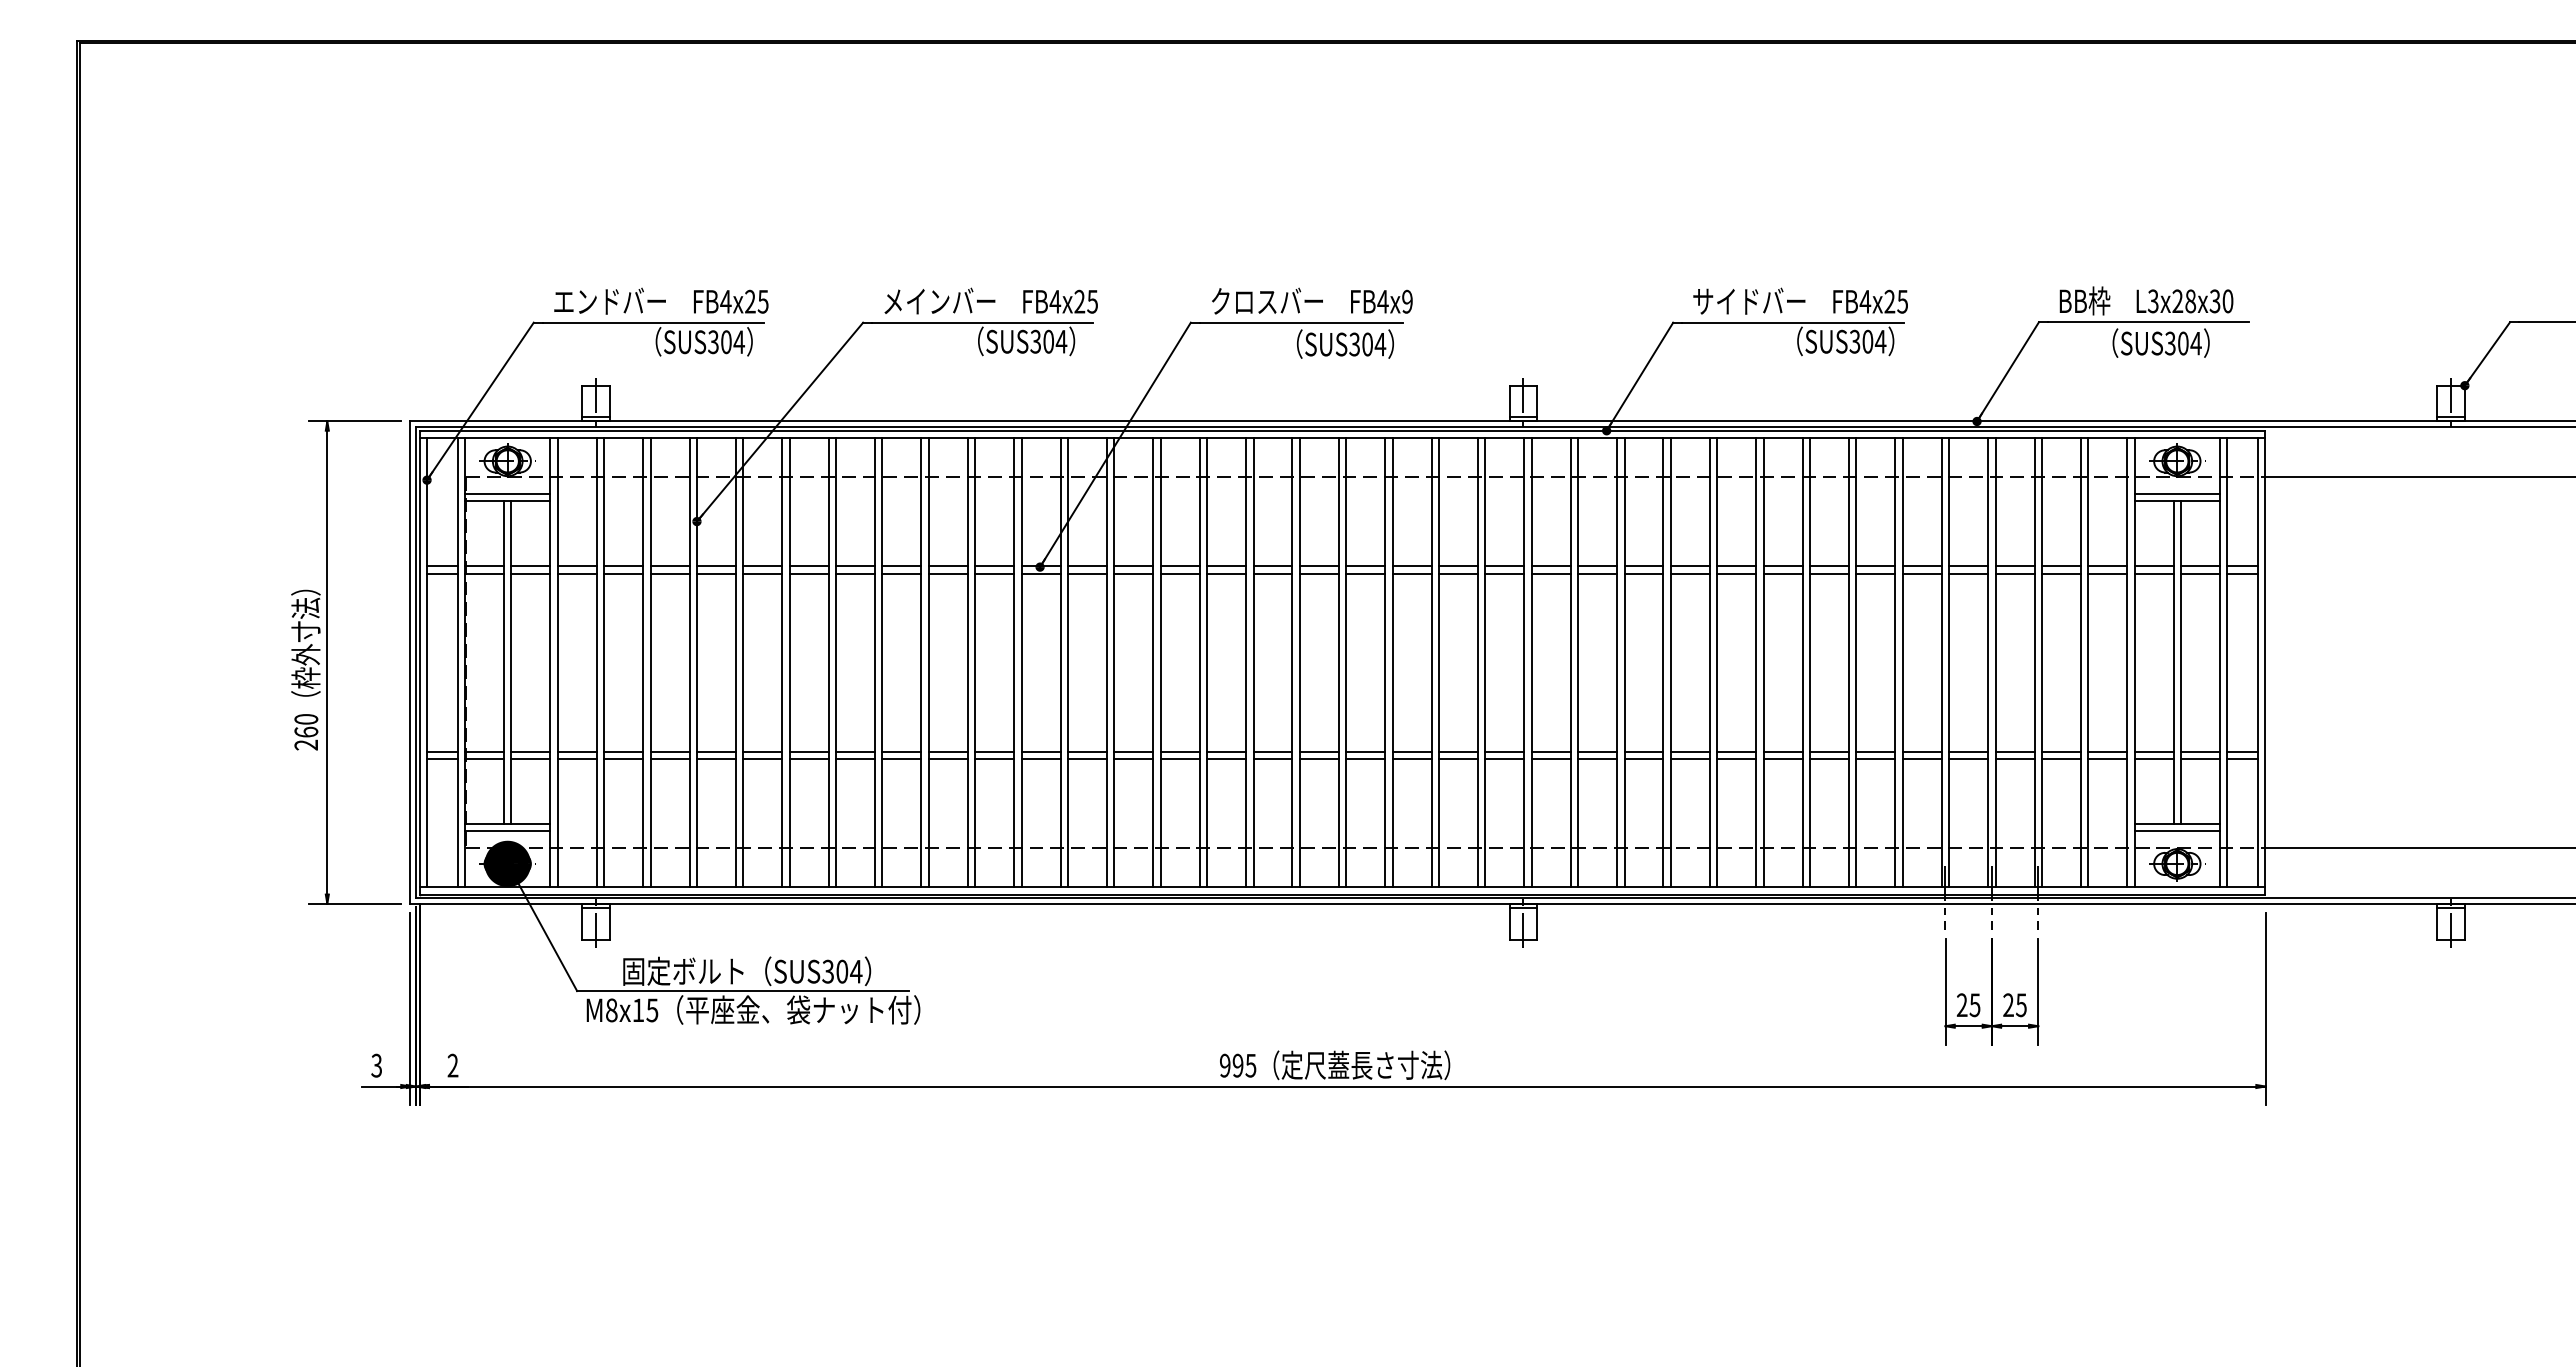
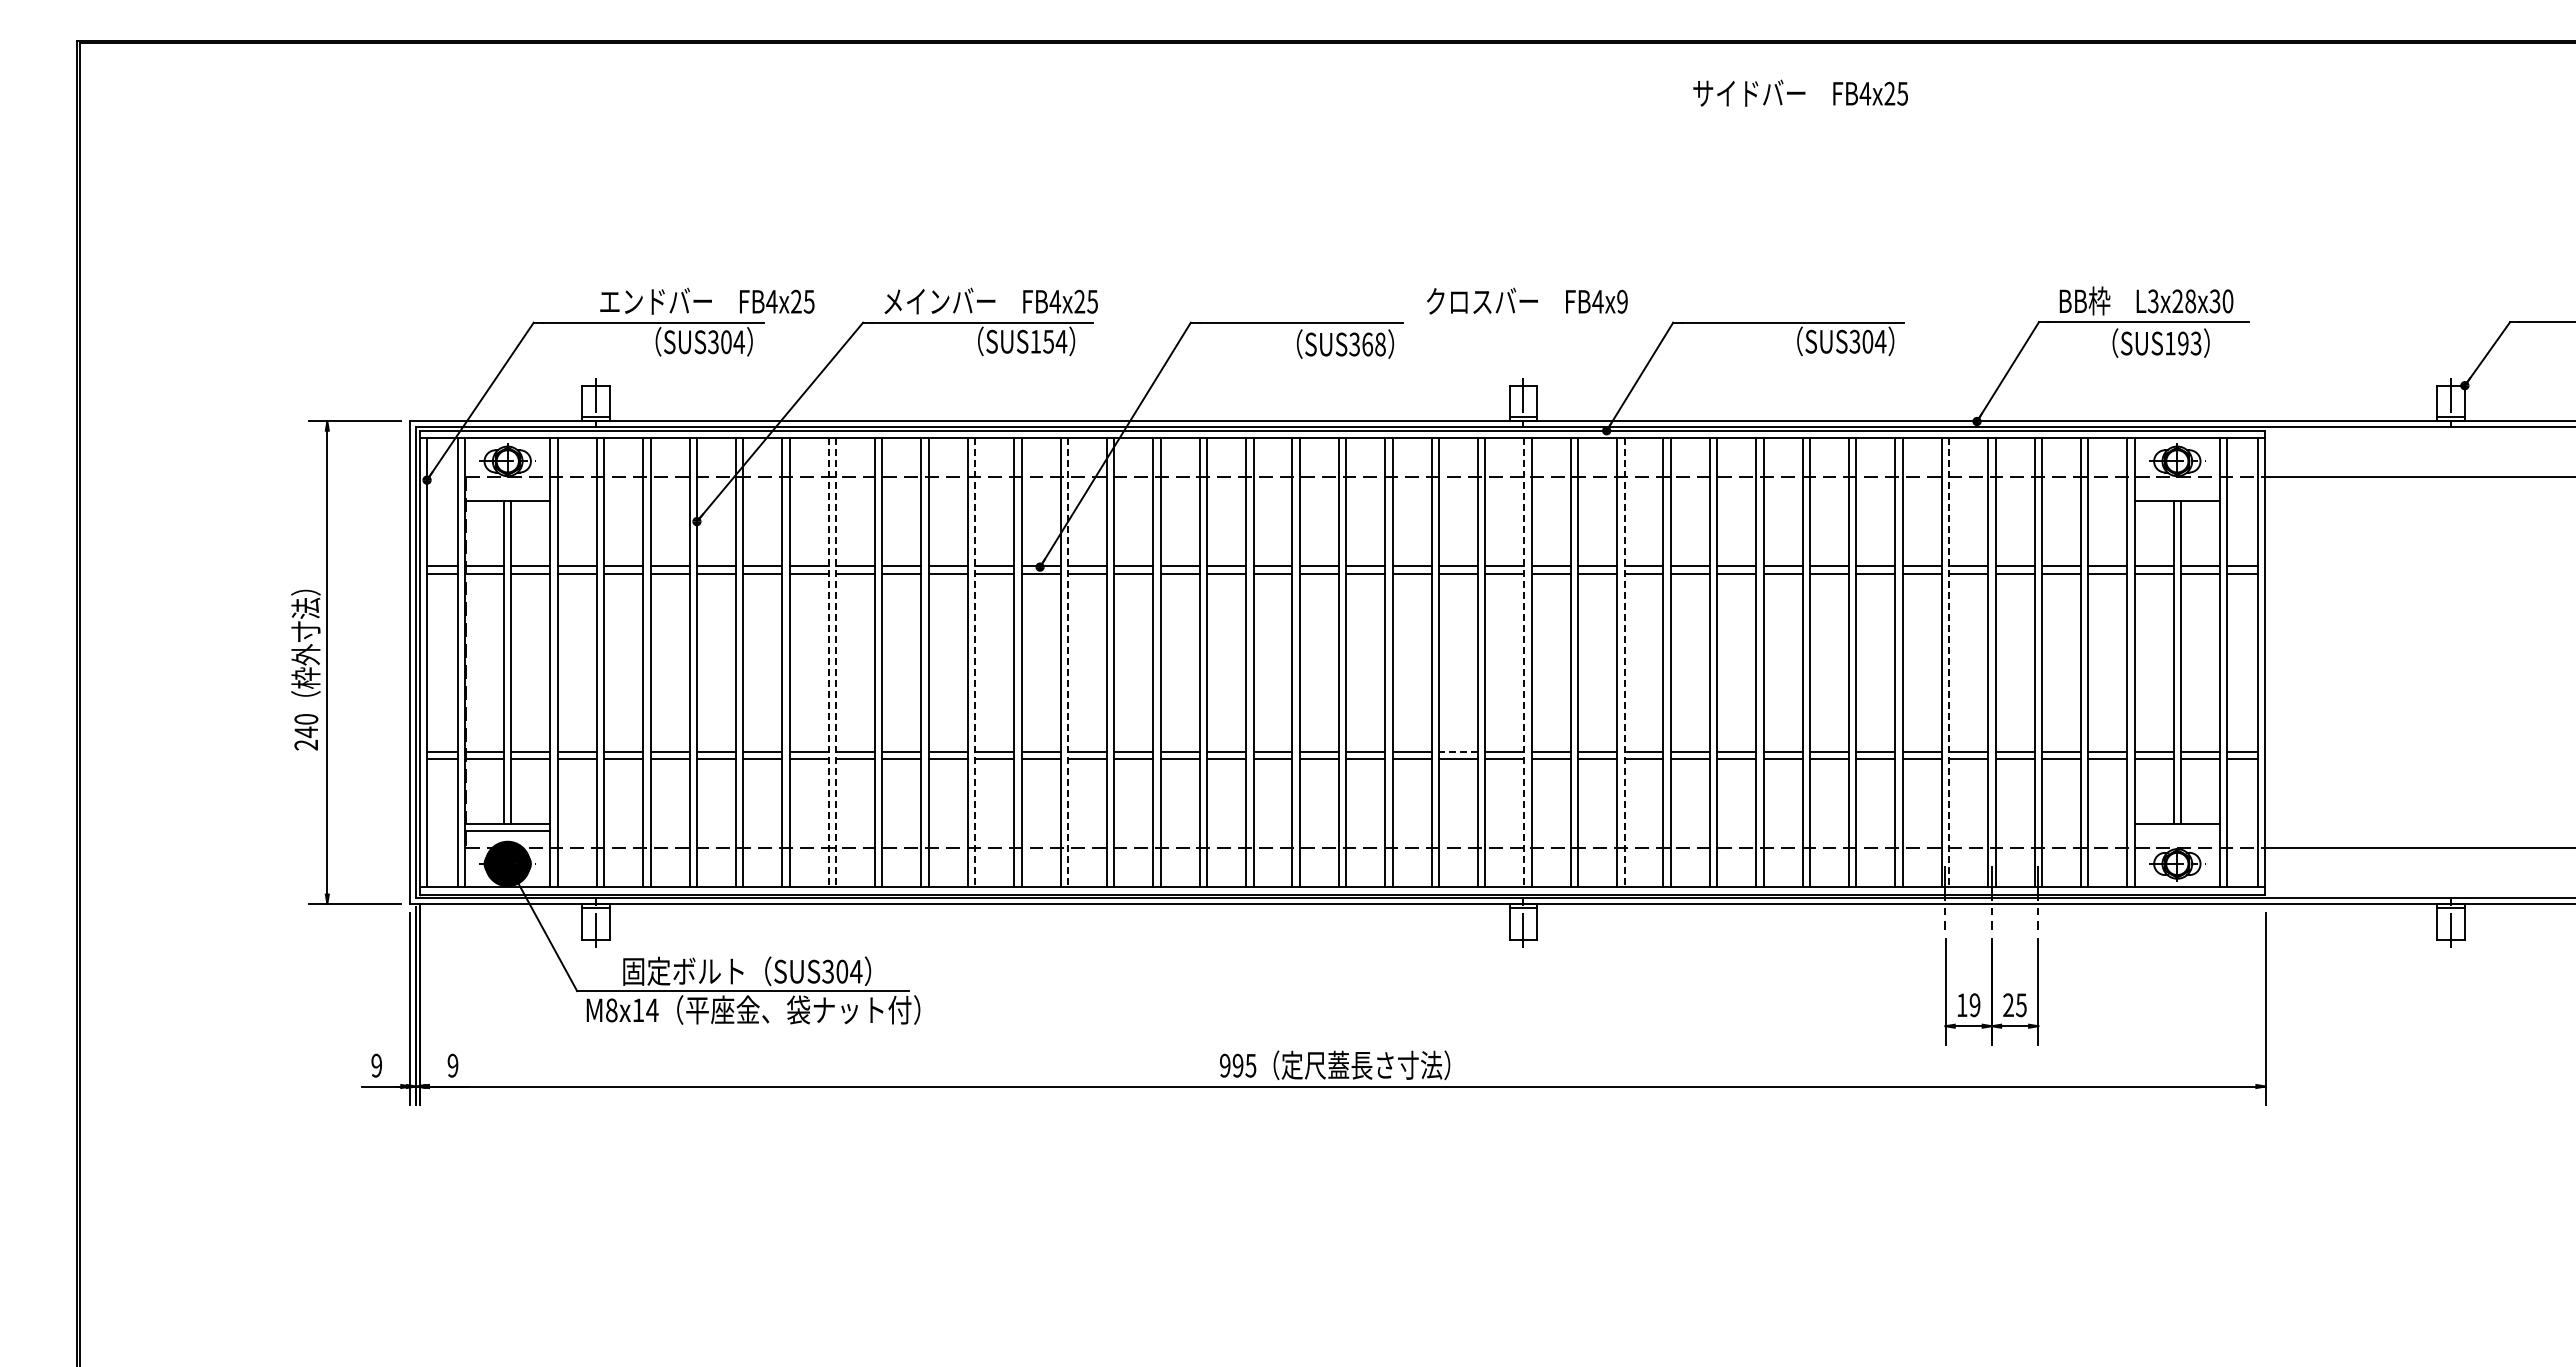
text at (661, 300) position: (661, 300) -> (707, 300)
text at (1312, 300) position: (1312, 300) -> (1527, 300)
text at (1800, 300) position: (1800, 300) -> (1800, 92)
text at (1041, 341): SUS304 -> SUS154
text at (2183, 343): SUS304 -> SUS193
text at (1374, 344): SUS304 -> SUS368
line at (507, 493): present -> none
line at (2177, 493): present -> none
line at (828, 663): solid -> dashed
line at (836, 663): solid -> dashed
line at (975, 663): solid -> dashed
line at (1067, 663): solid -> dashed
line at (1524, 663): solid -> dashed
line at (1624, 663): solid -> dashed
line at (1949, 663): solid -> dashed
text at (306, 732): 260 -> 240
line at (1457, 751): solid -> dashed
line at (2177, 831): present -> none
text at (1968, 1005): 25 -> 19
text at (652, 1010): M8x15 -> M8x14
text at (376, 1065): 3 -> 9
text at (452, 1065): 2 -> 9
